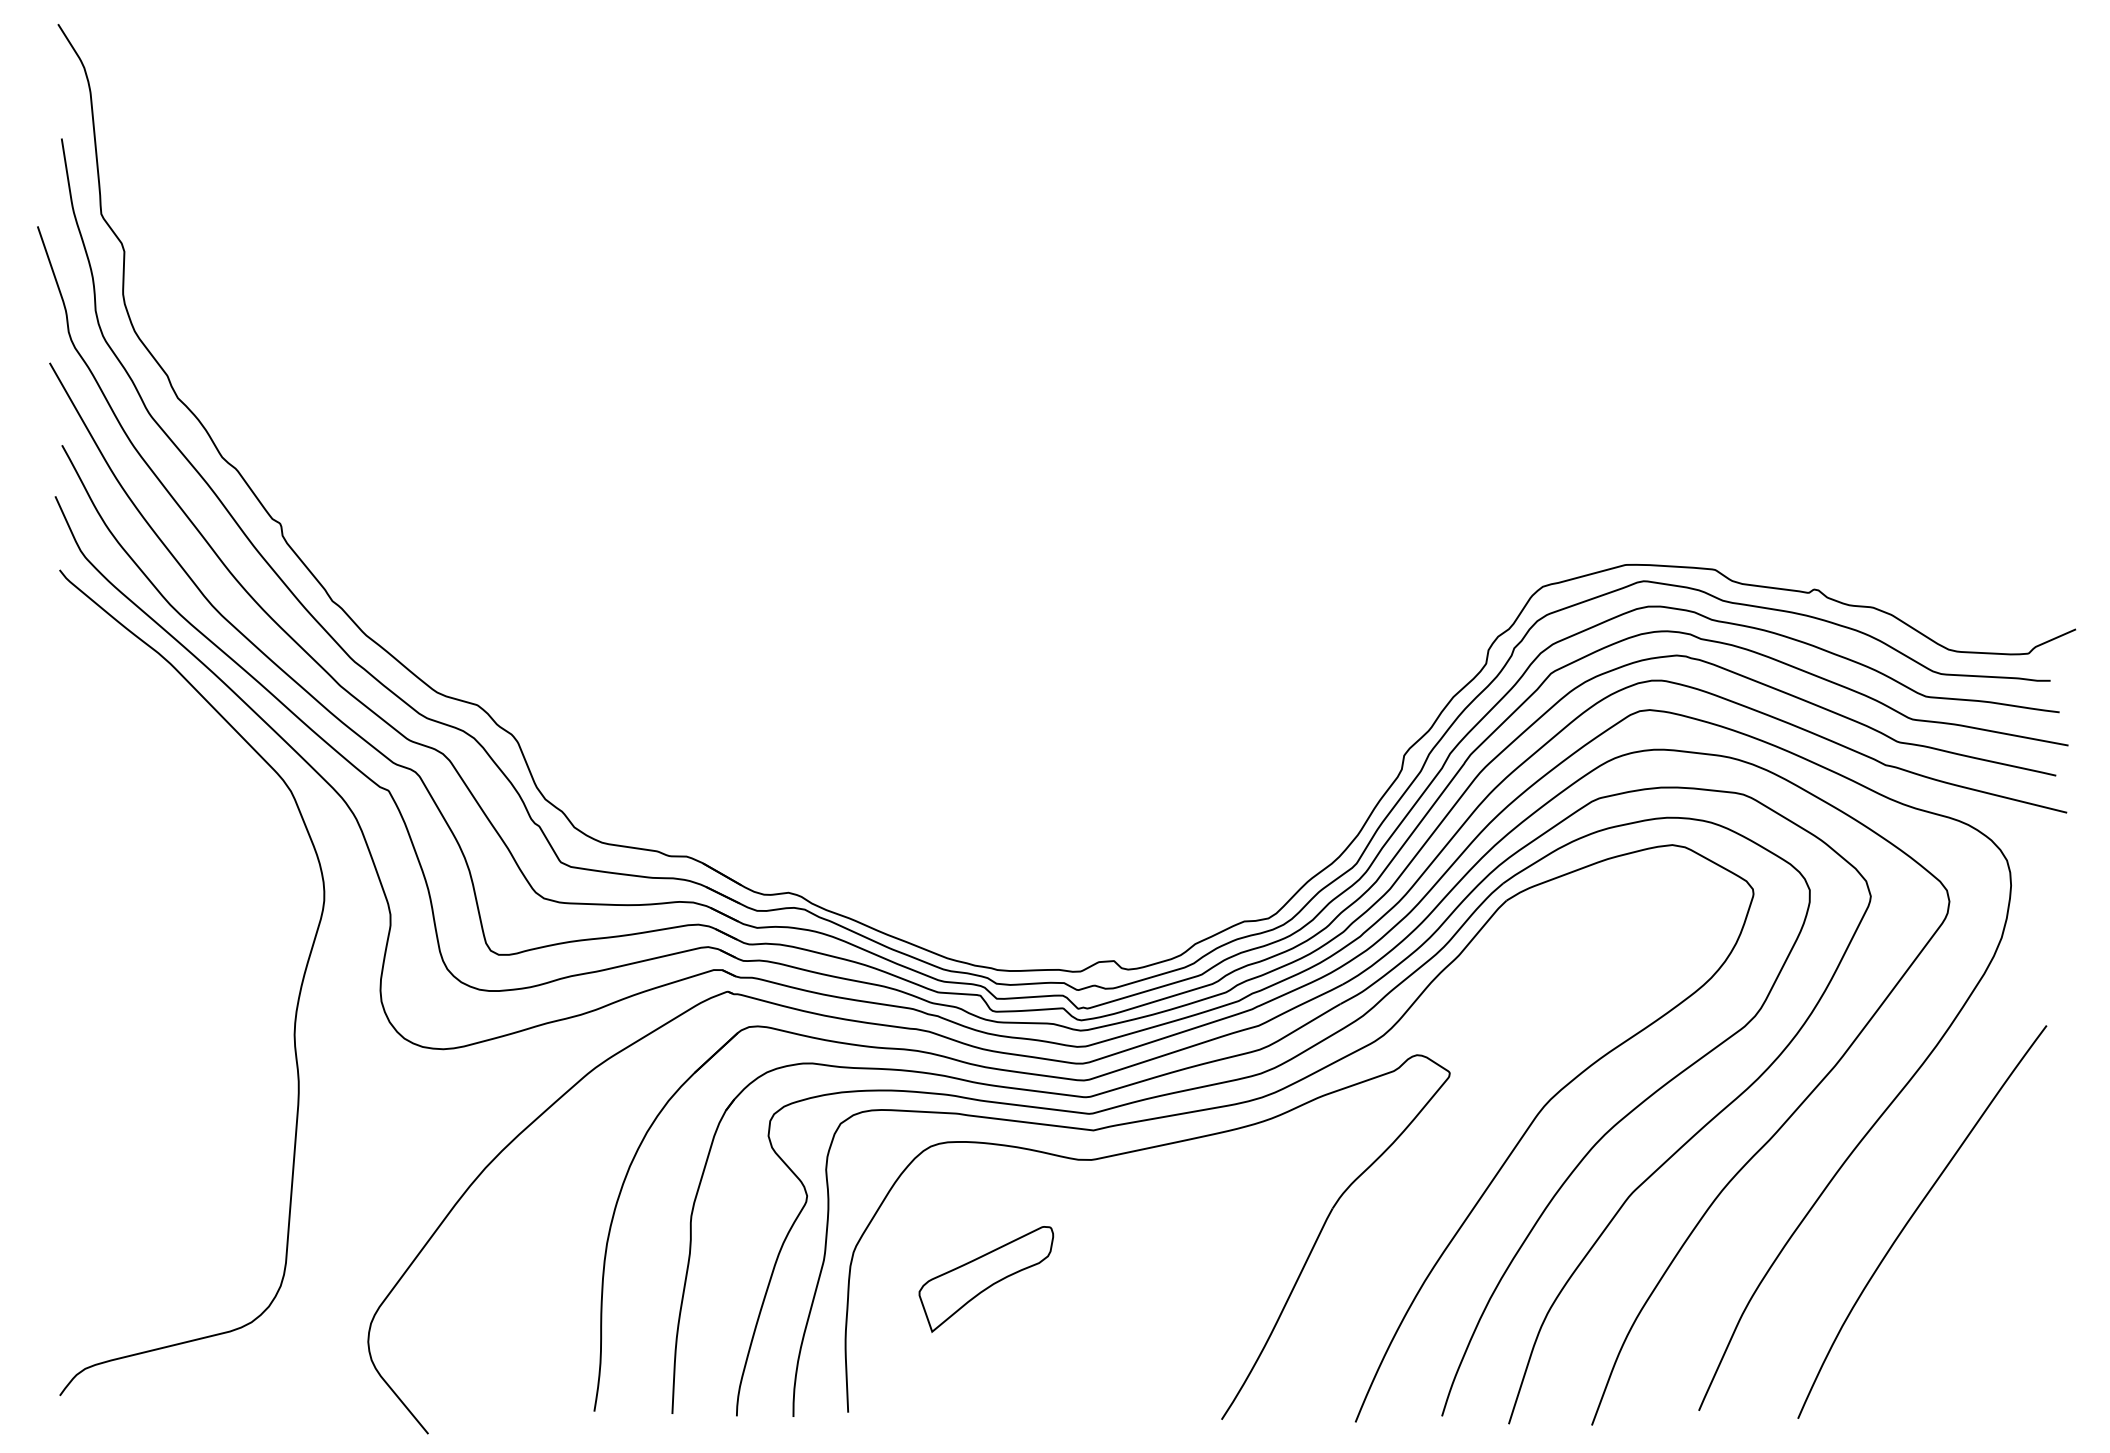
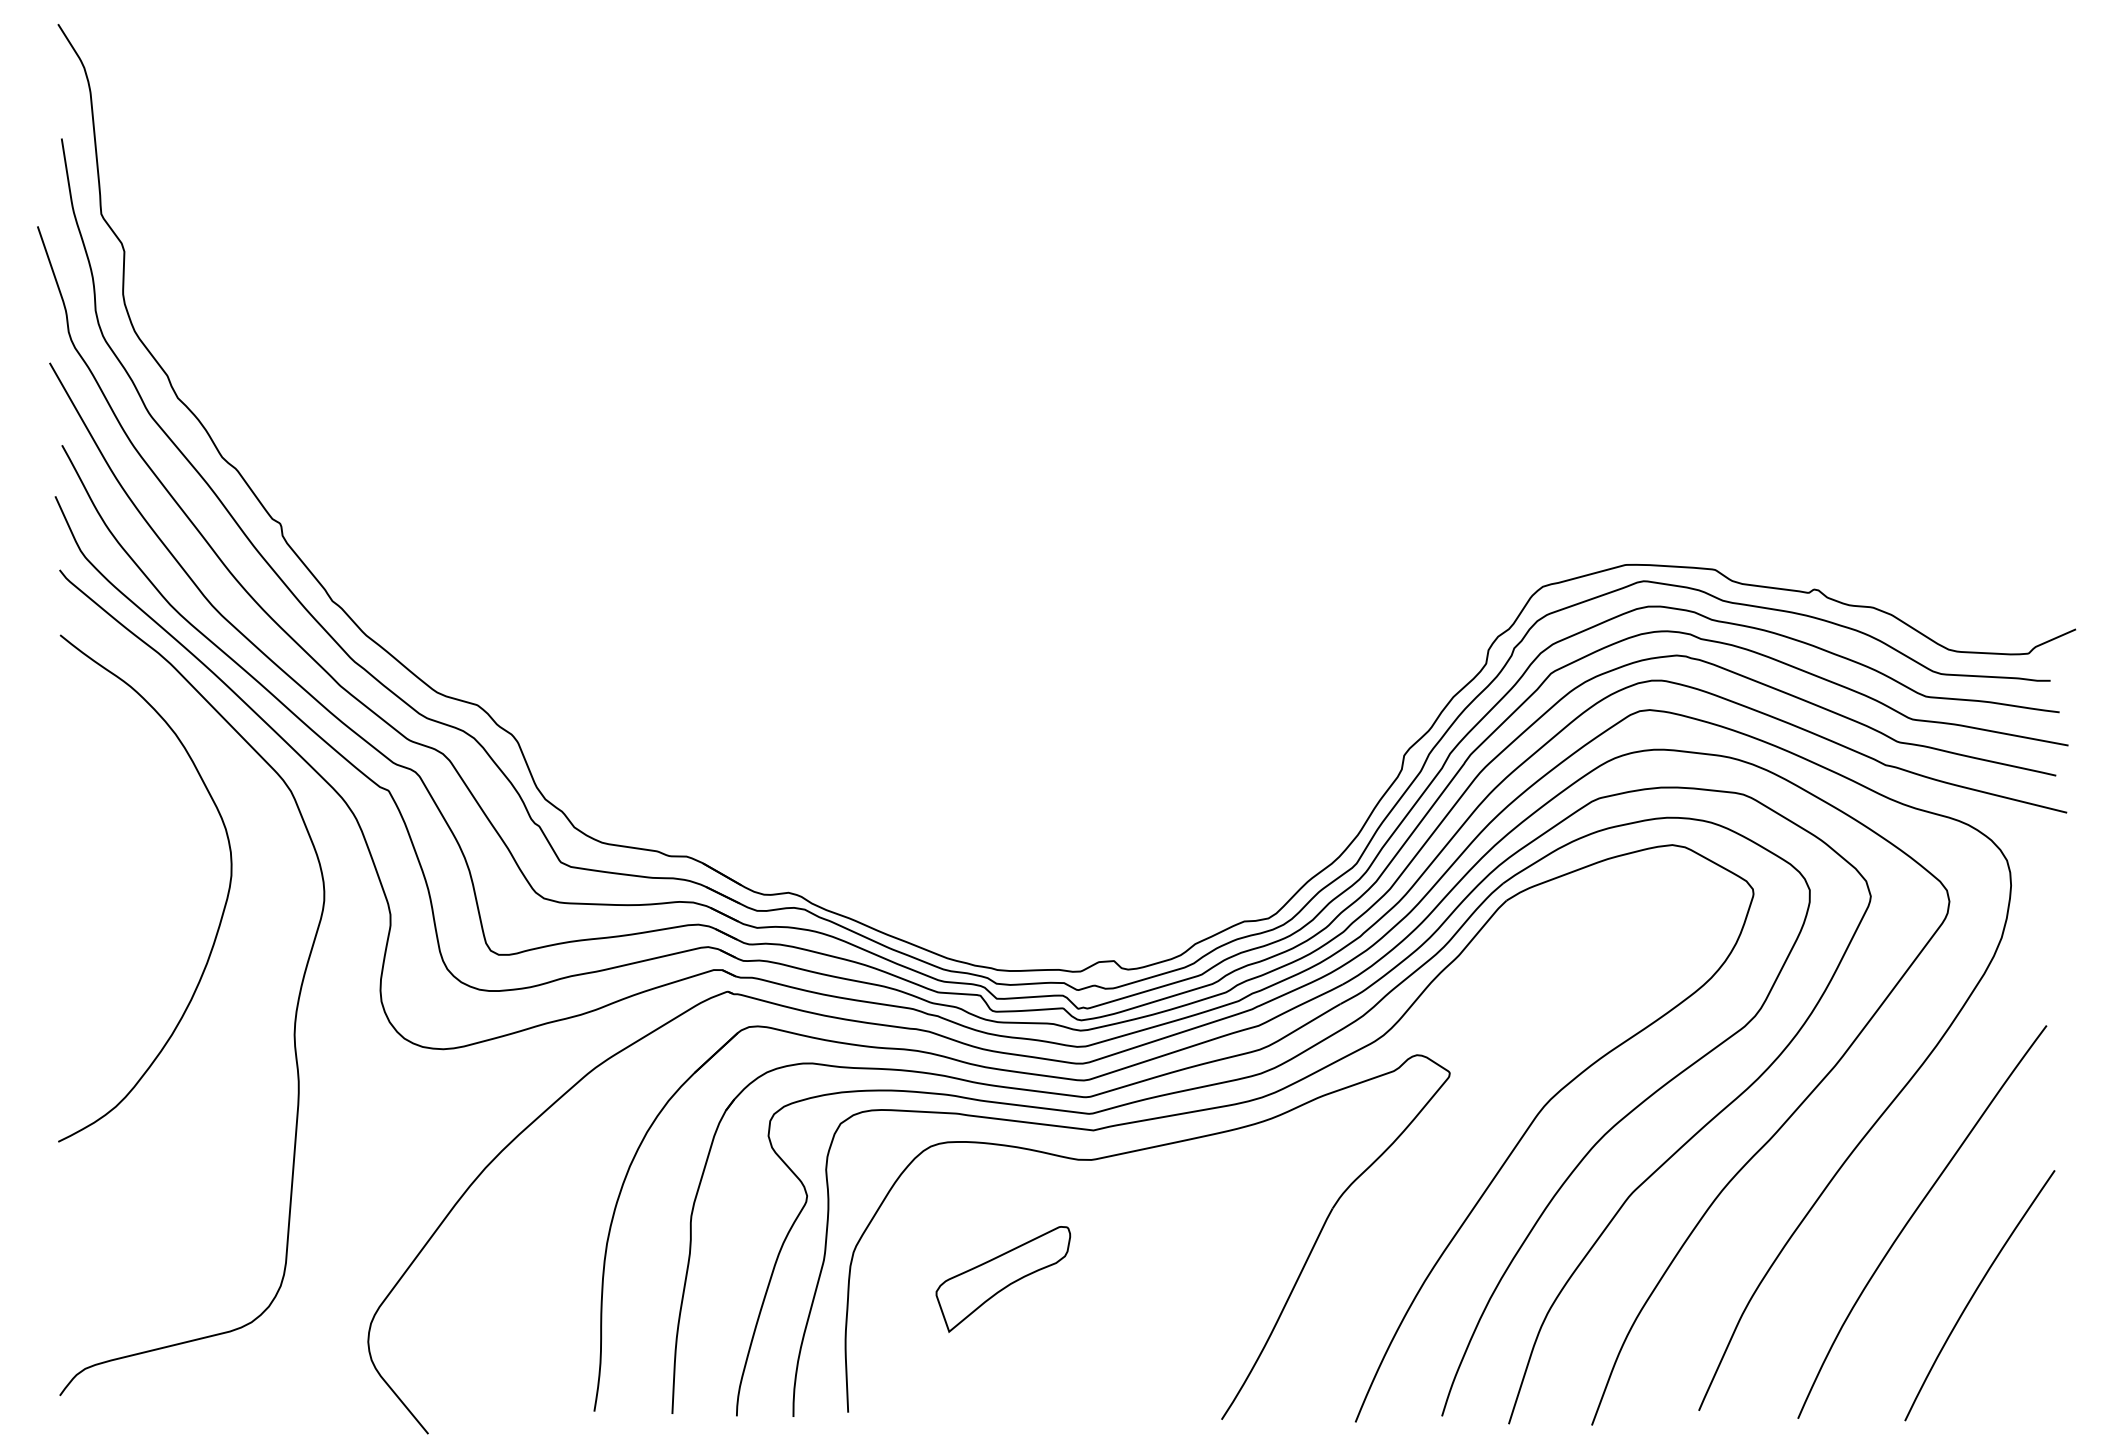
curve at (223, 907): none -> present
part at (986, 1279) position: (986, 1279) -> (1003, 1279)
curve at (1975, 1293): none -> present
